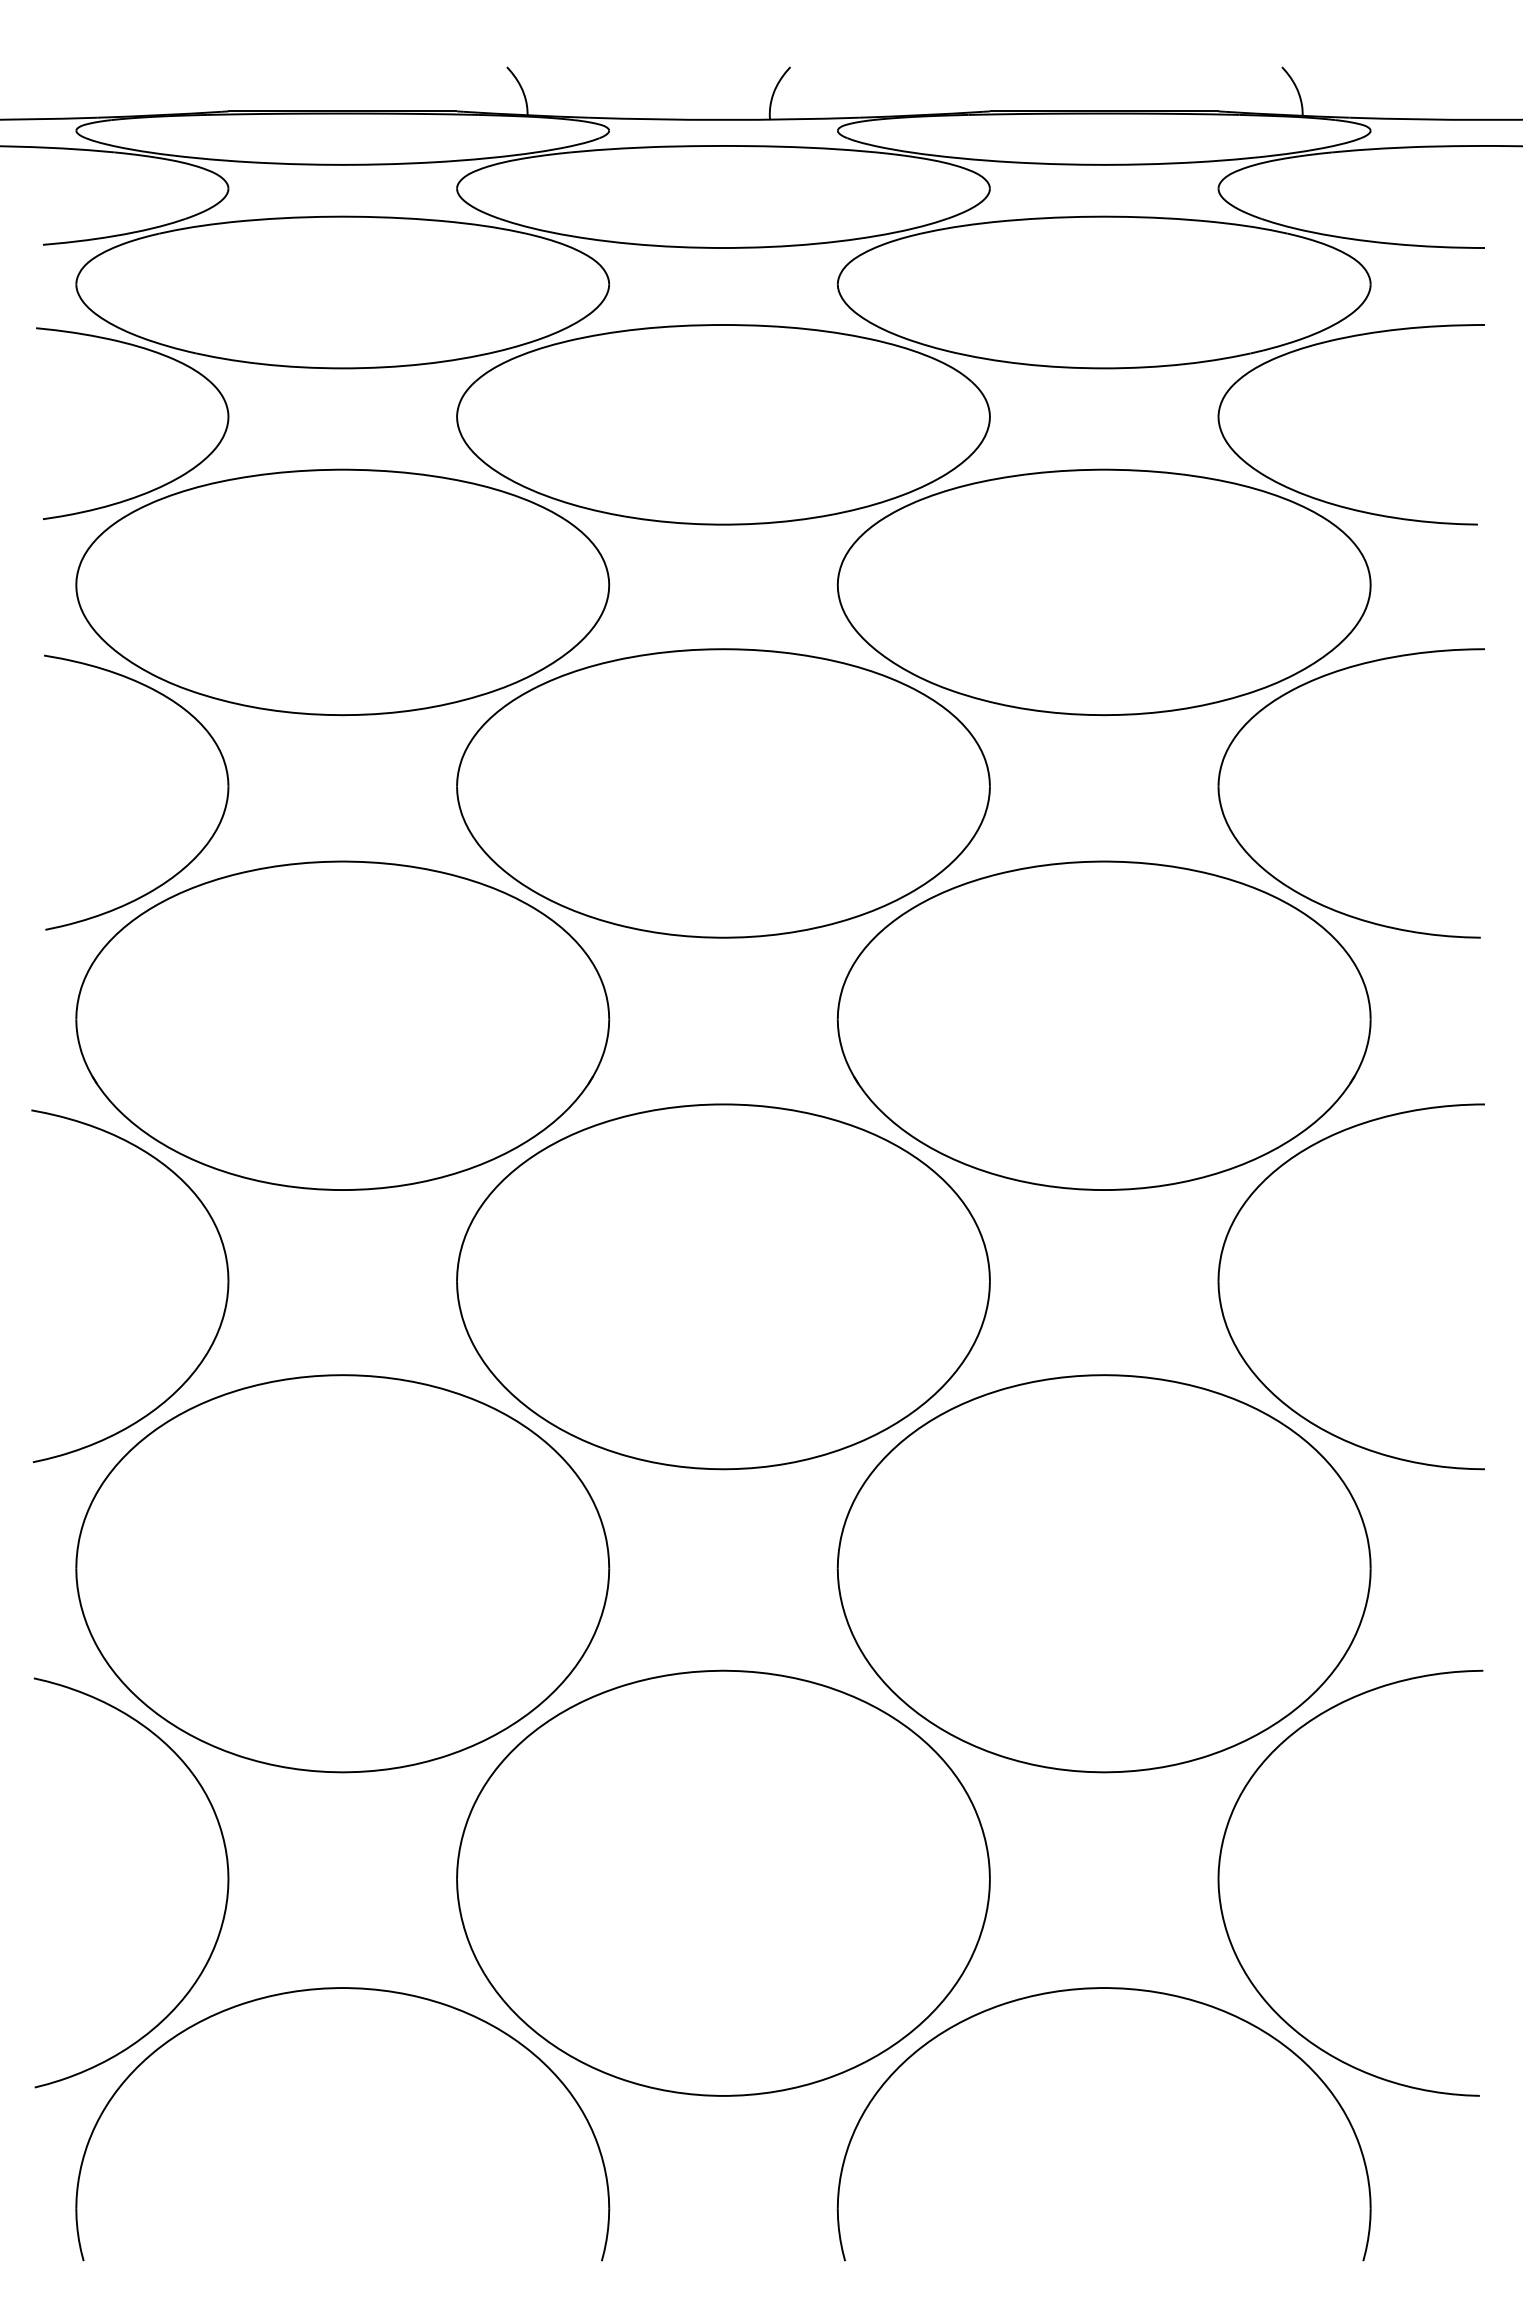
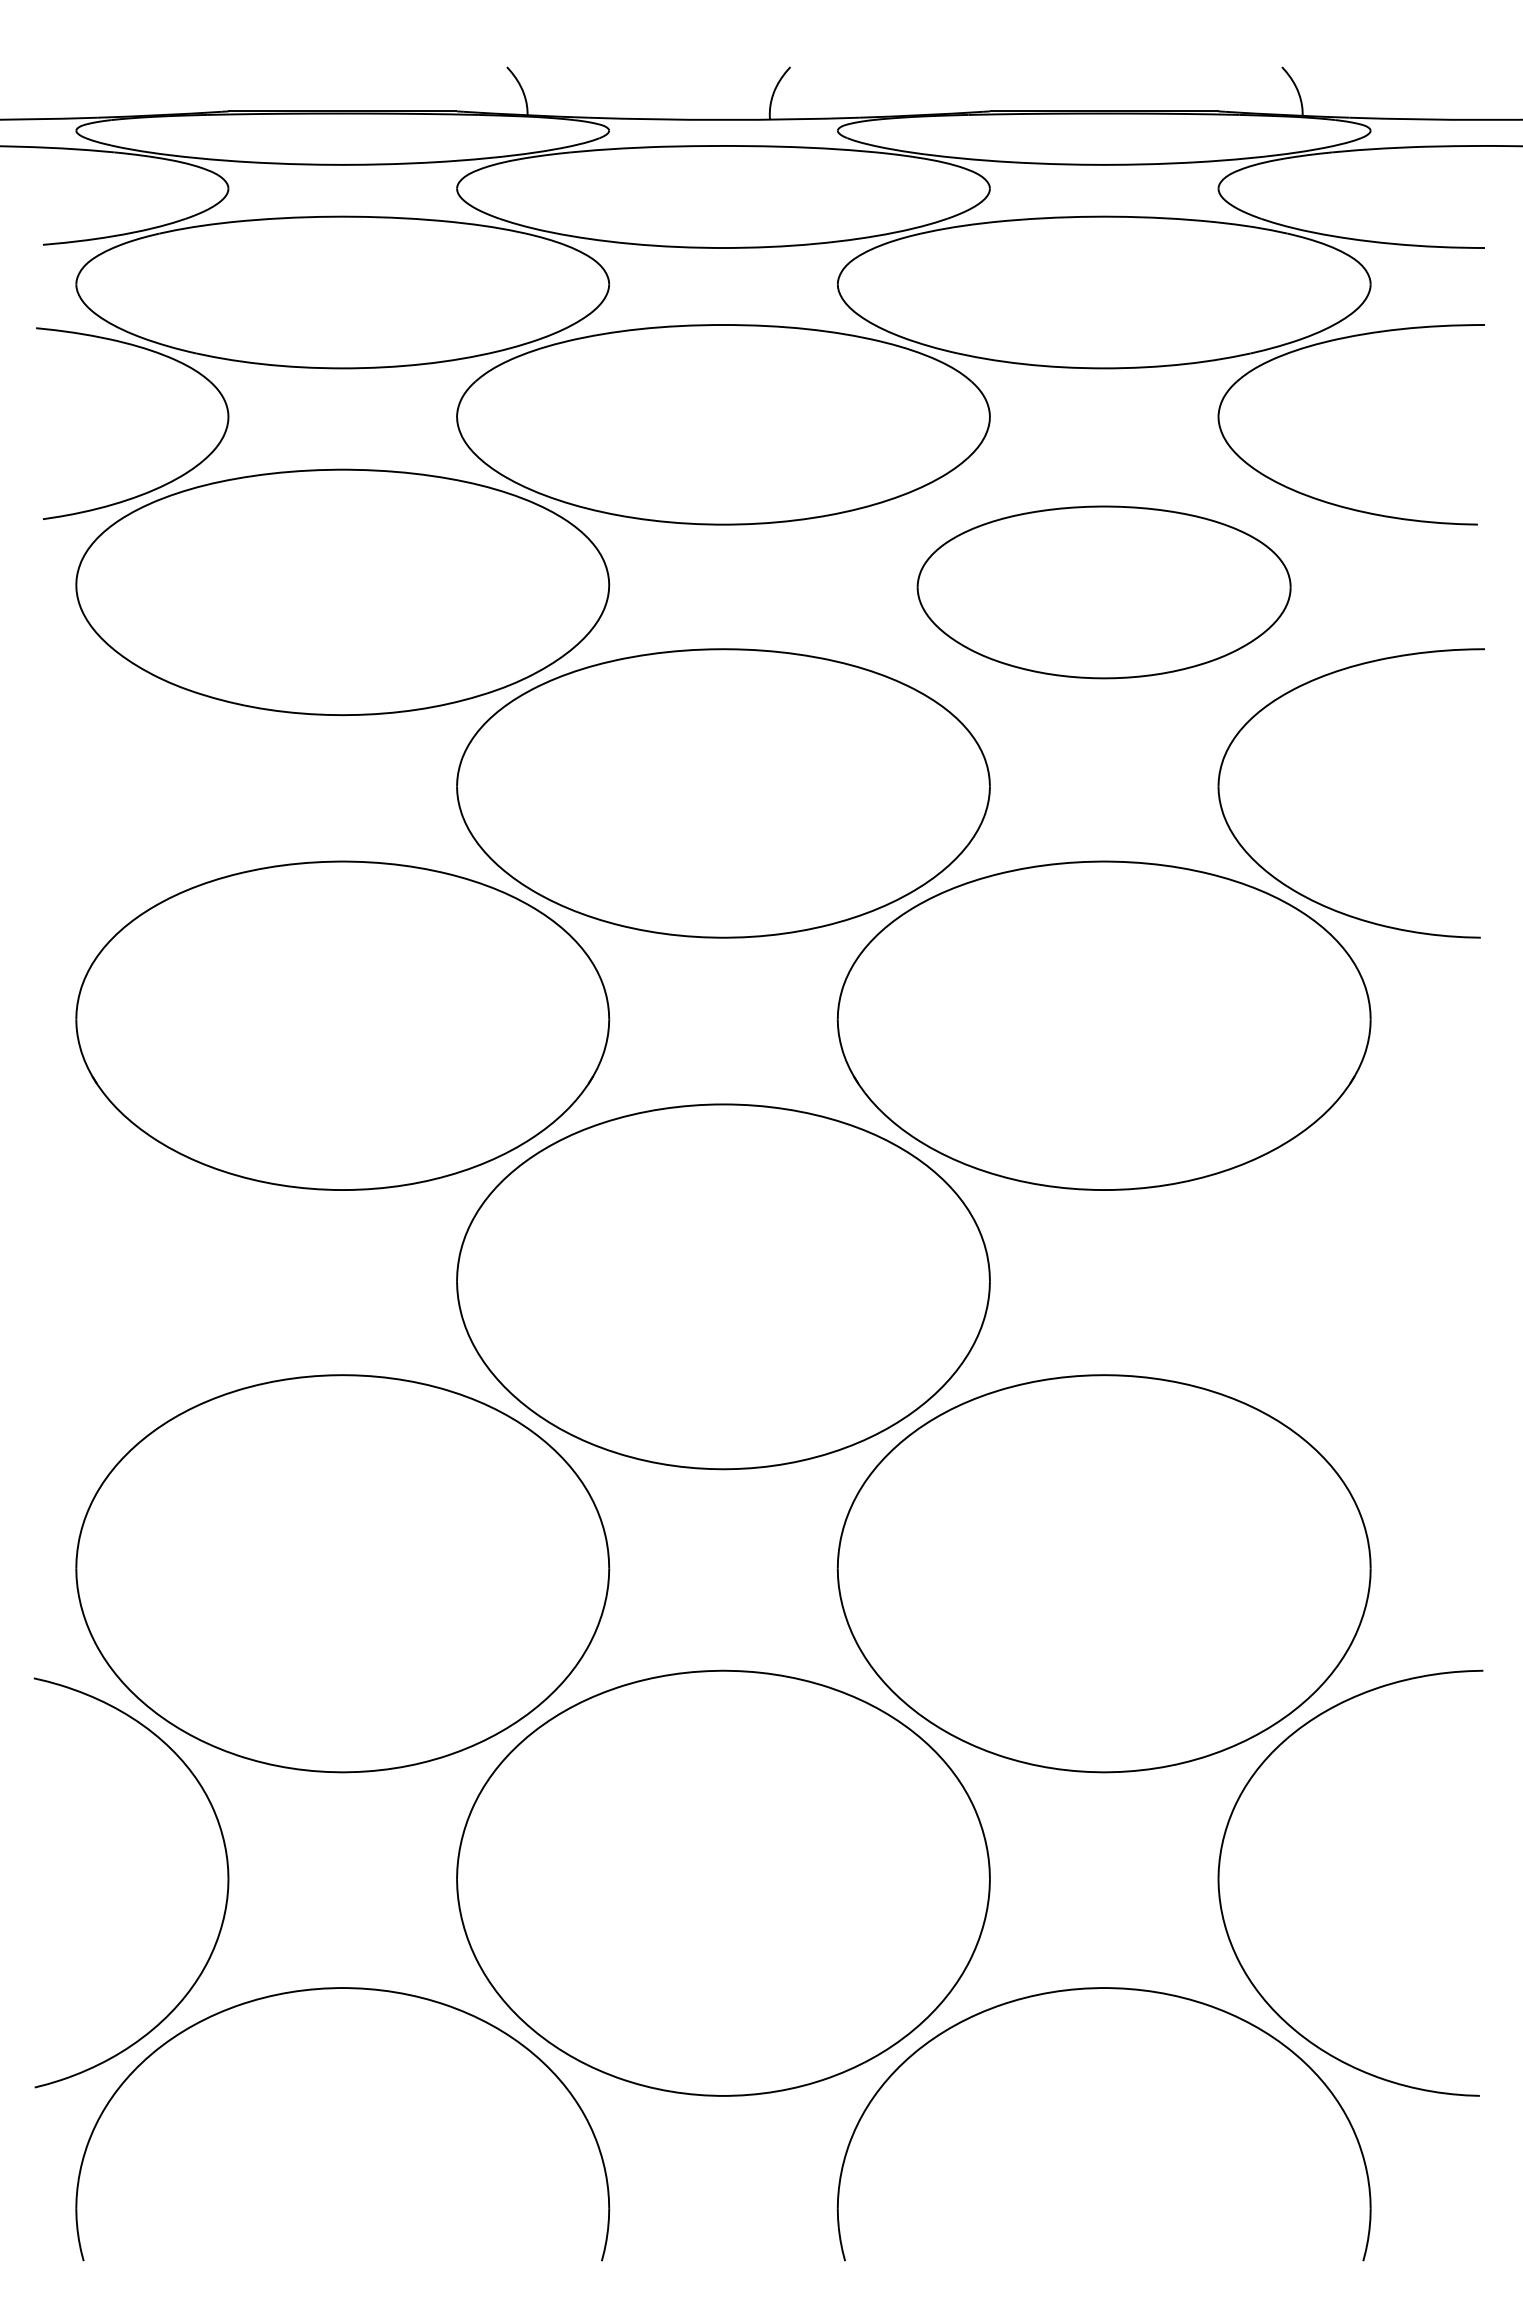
part at (1103, 592) size: 536x249 px -> 376x175 px
part at (204, 845): present -> none
part at (225, 1301): present -> none
part at (1238, 1348): present -> none
